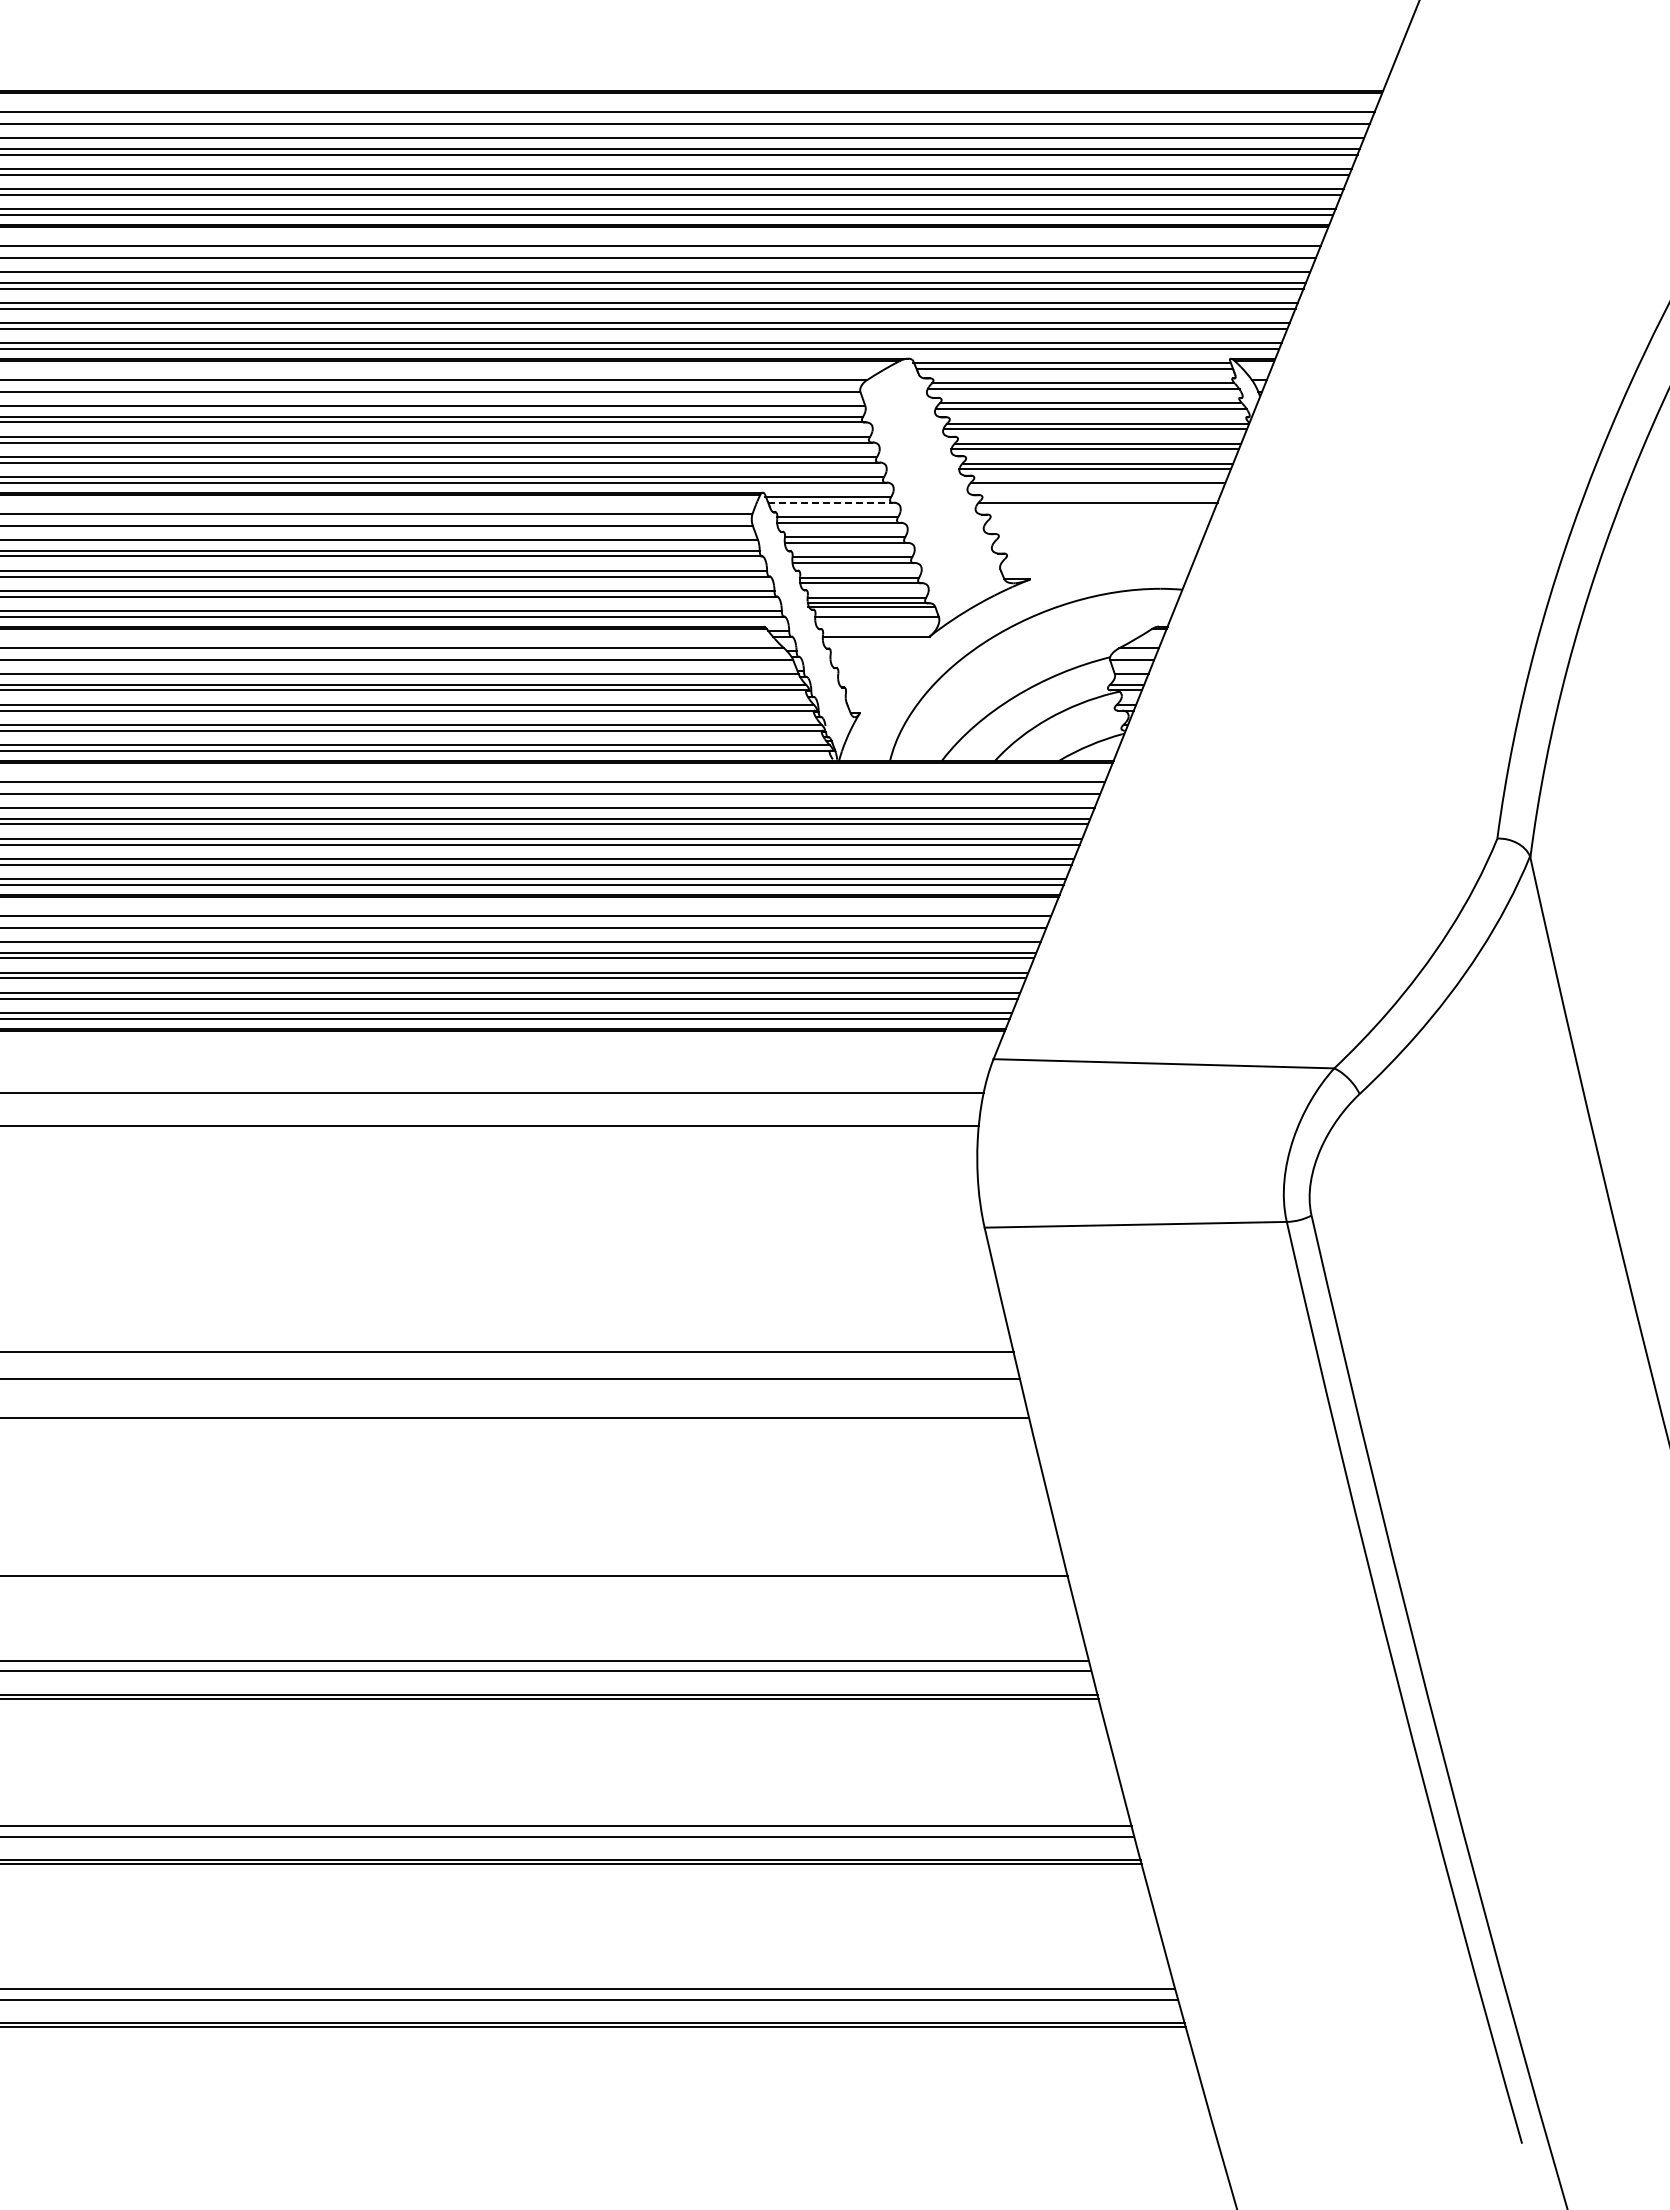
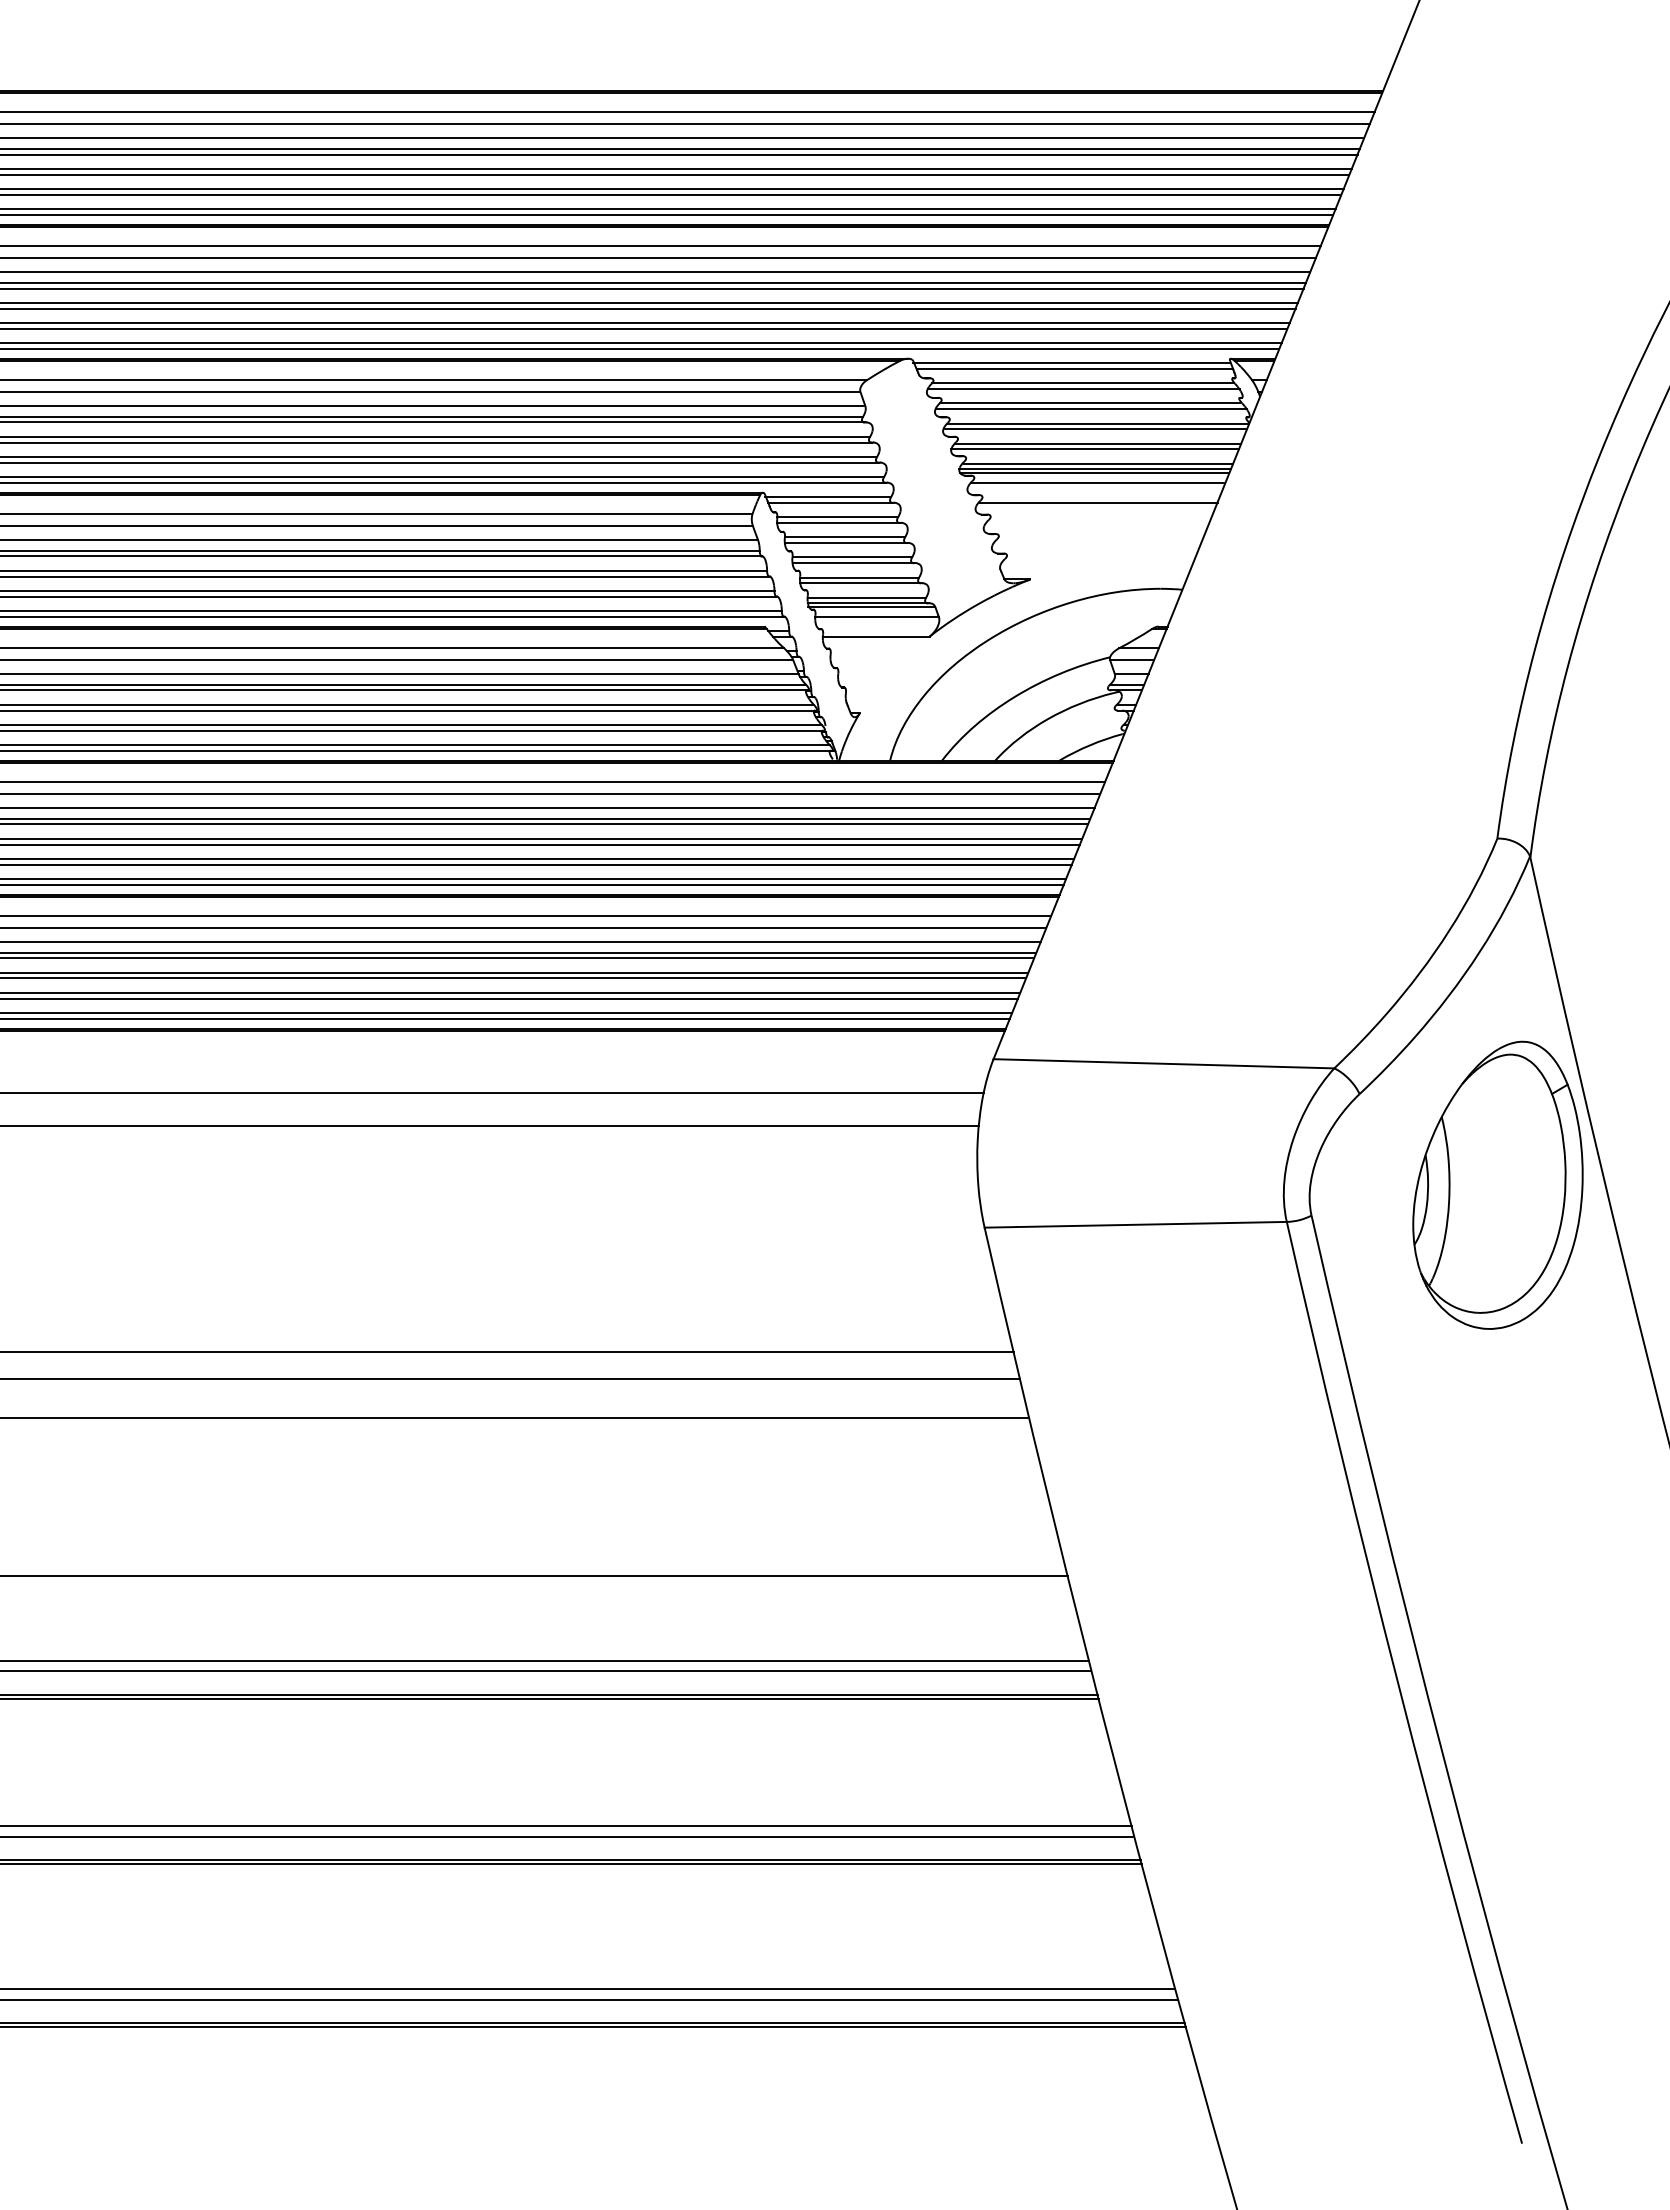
line at (1094, 473): none -> present
line at (830, 502): dashed -> solid
part at (1497, 1184): none -> present
